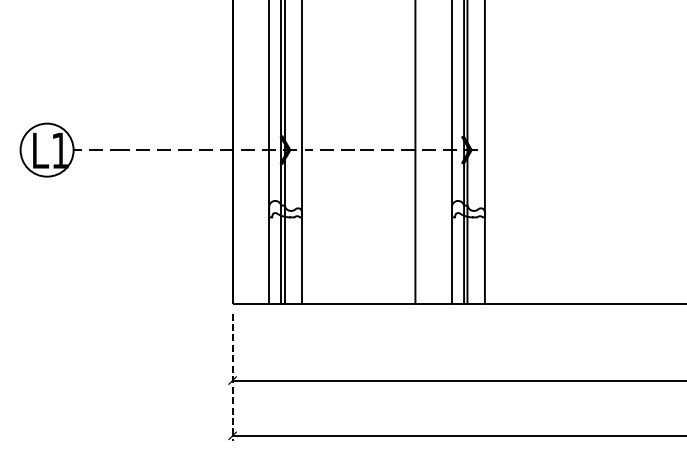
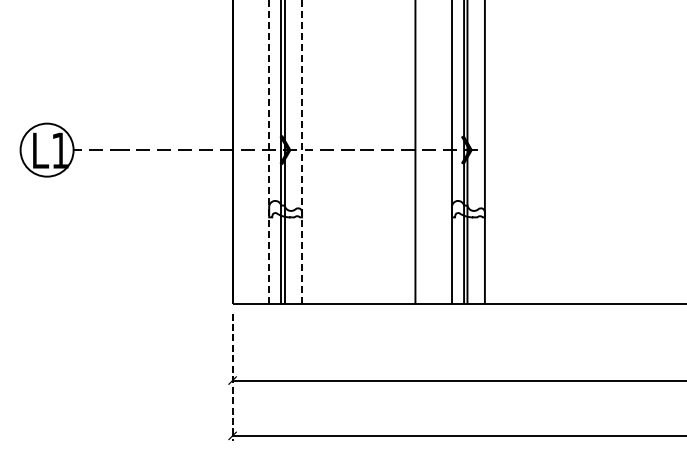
line at (269, 152): solid -> dashed
line at (302, 152): solid -> dashed
